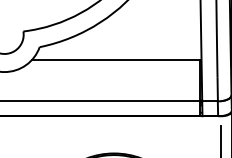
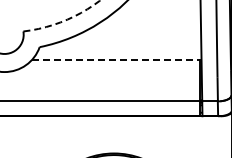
arc at (65, 20): solid -> dashed
line at (116, 59): solid -> dashed
line at (220, 140): present -> none
